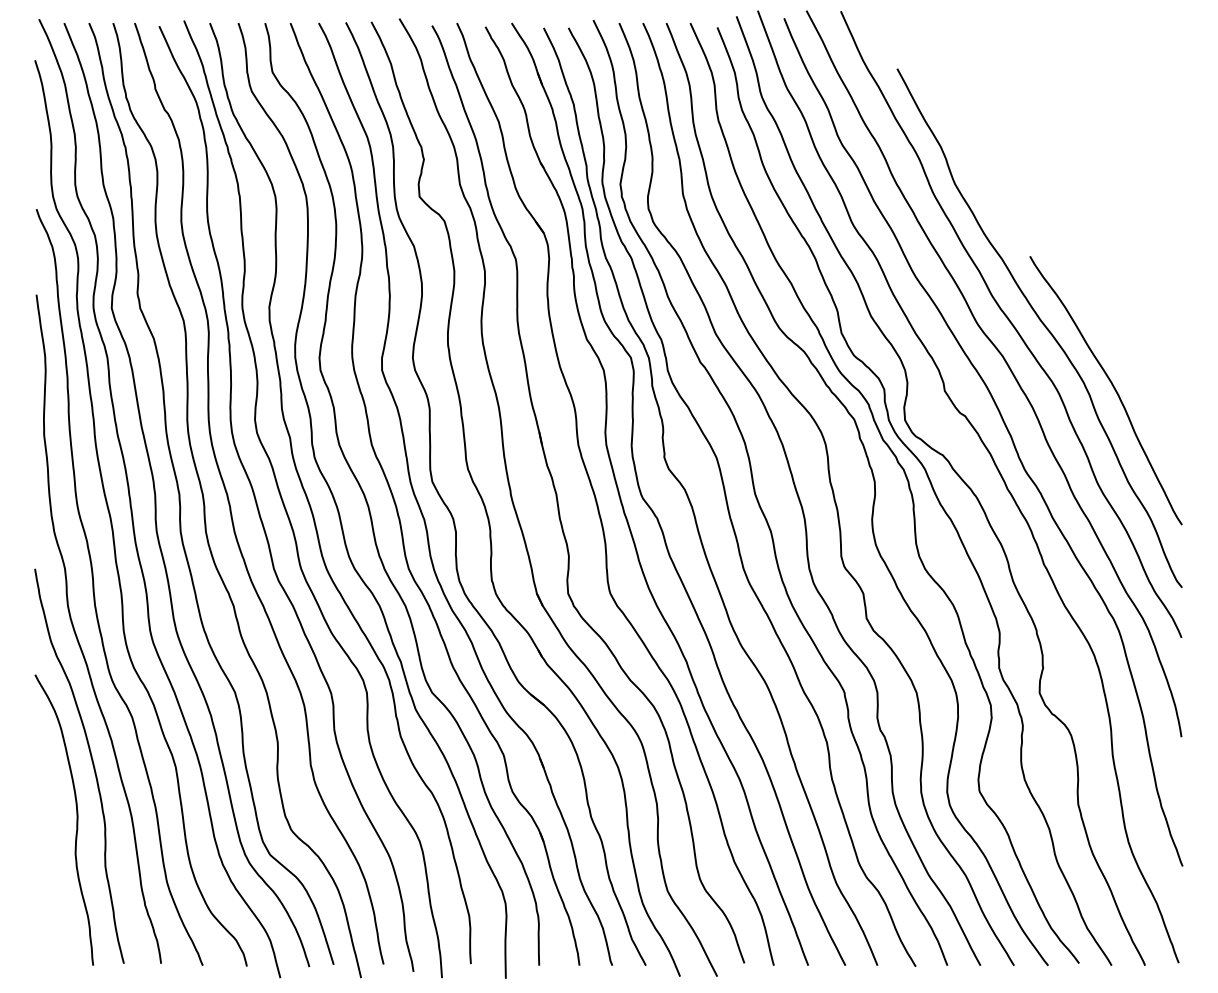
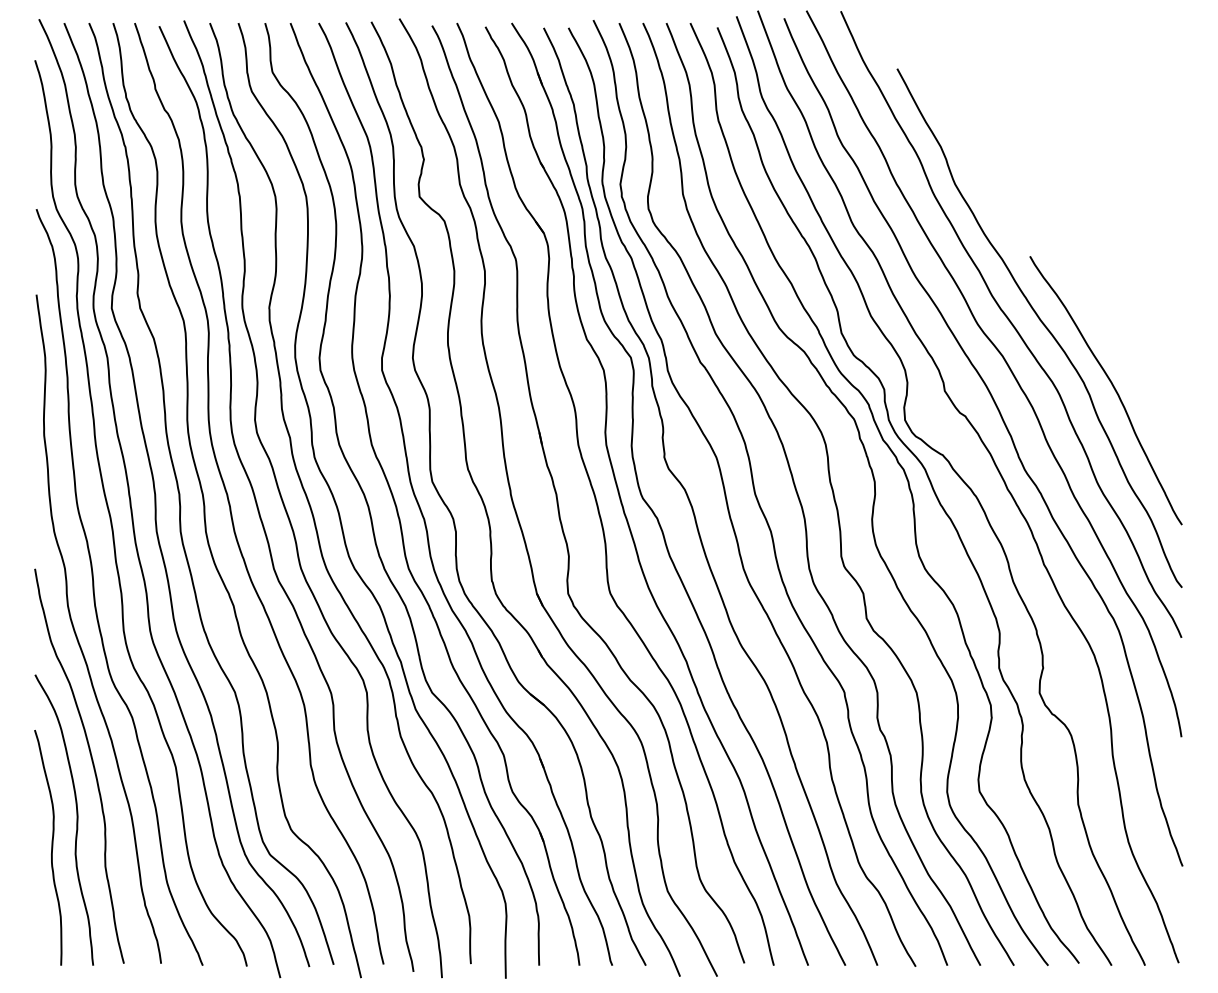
curve at (51, 847): none -> present
